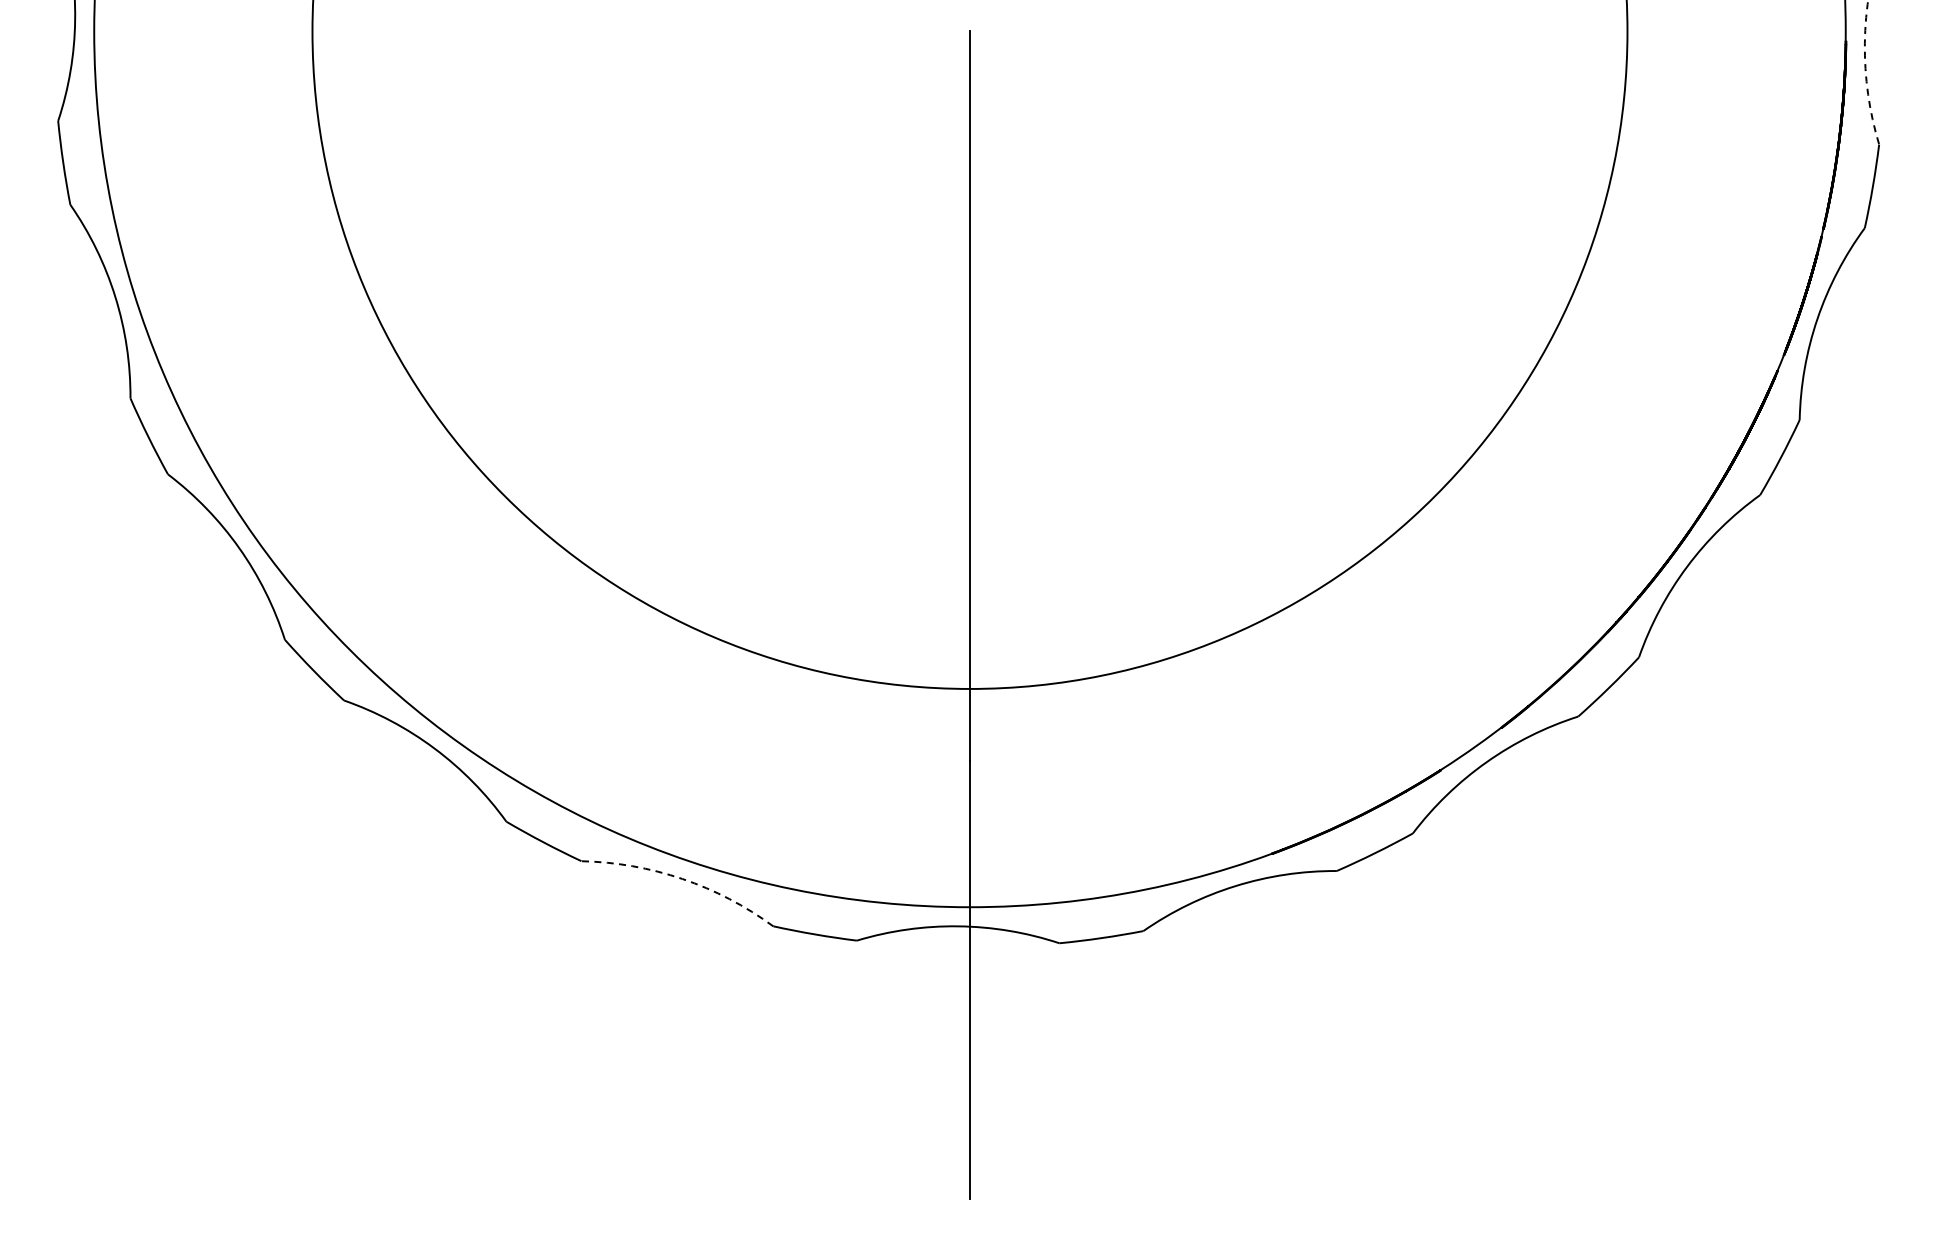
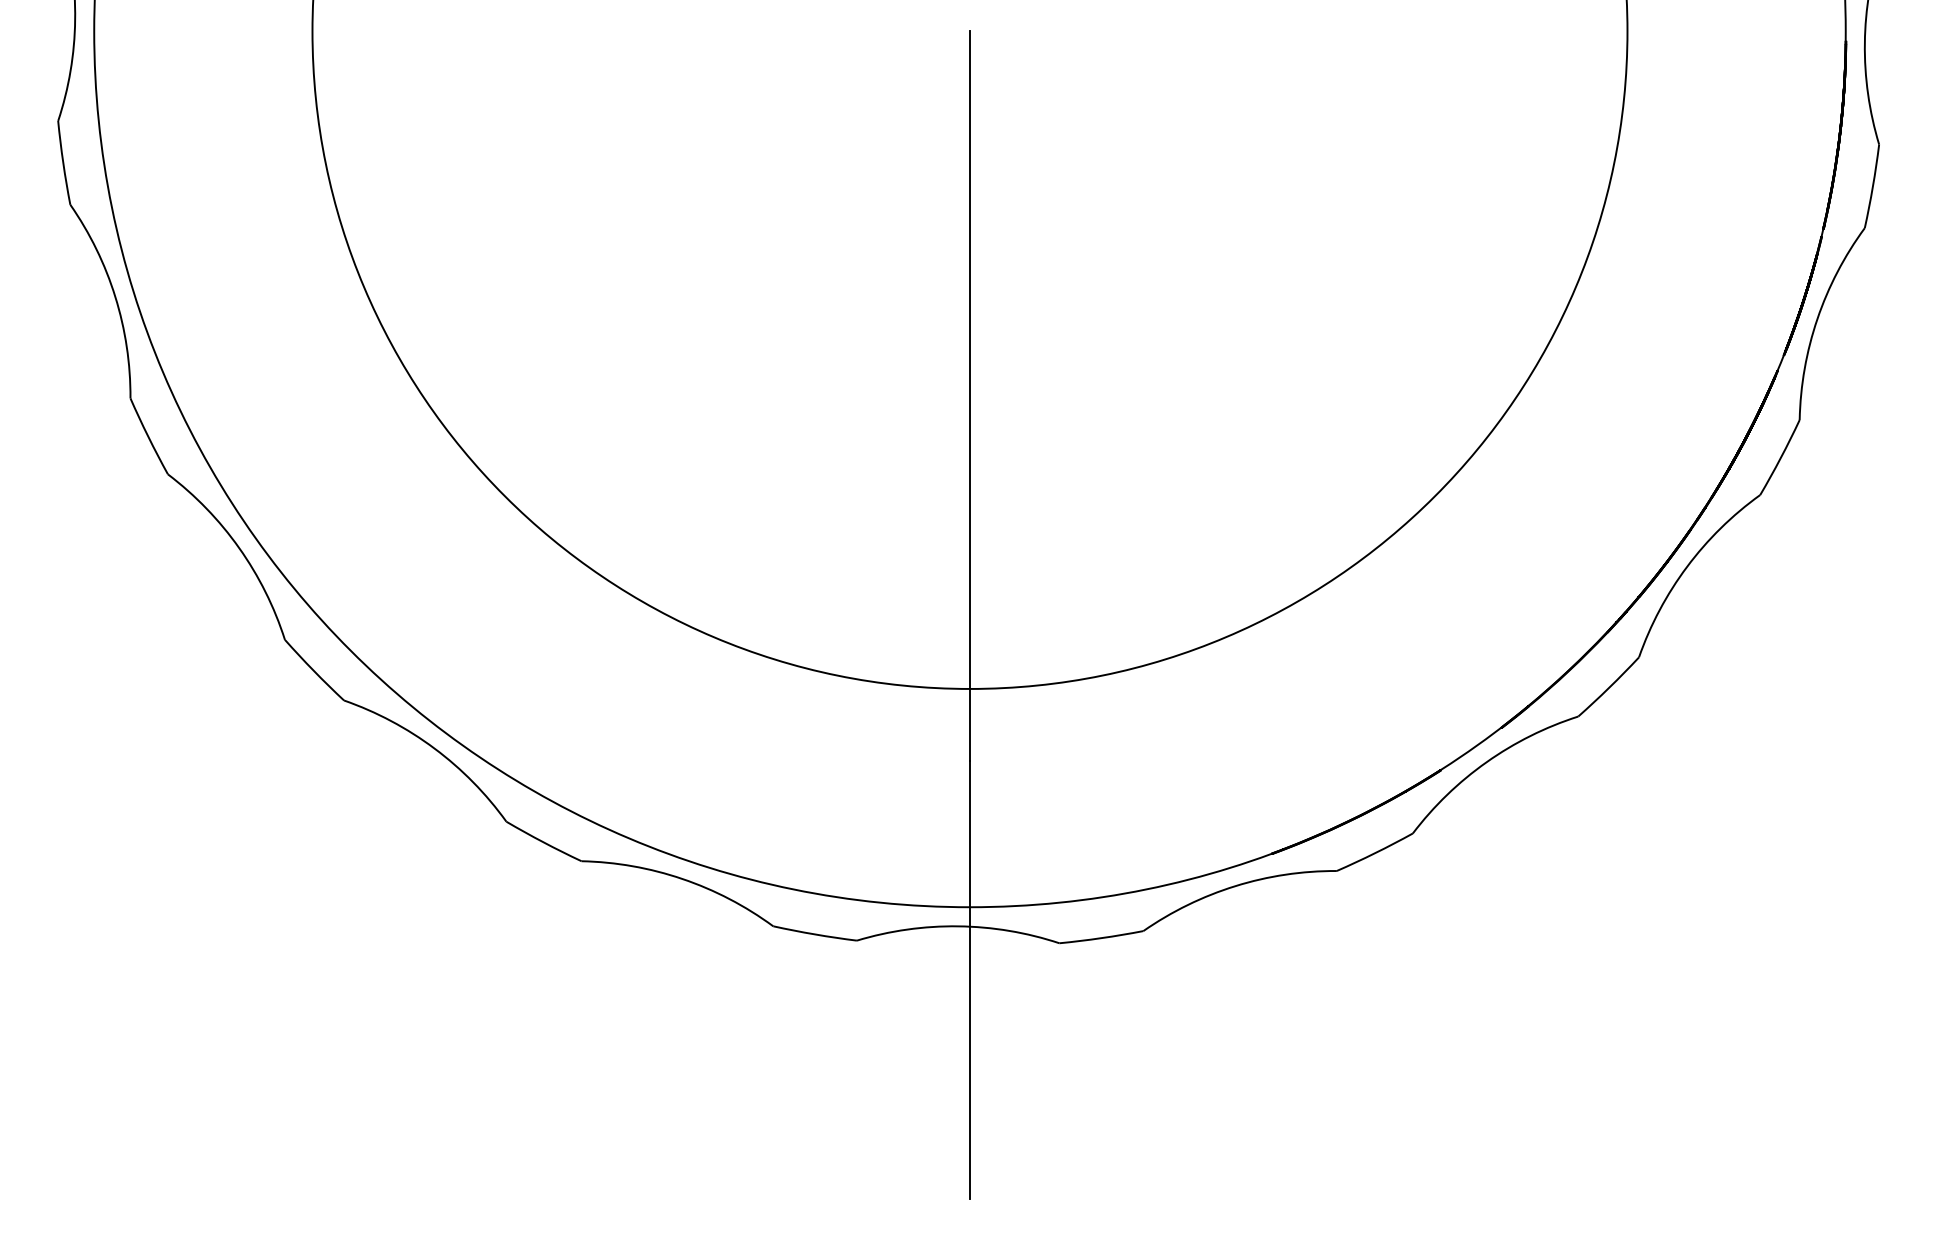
arc at (1865, 72): dashed -> solid
arc at (682, 878): dashed -> solid
